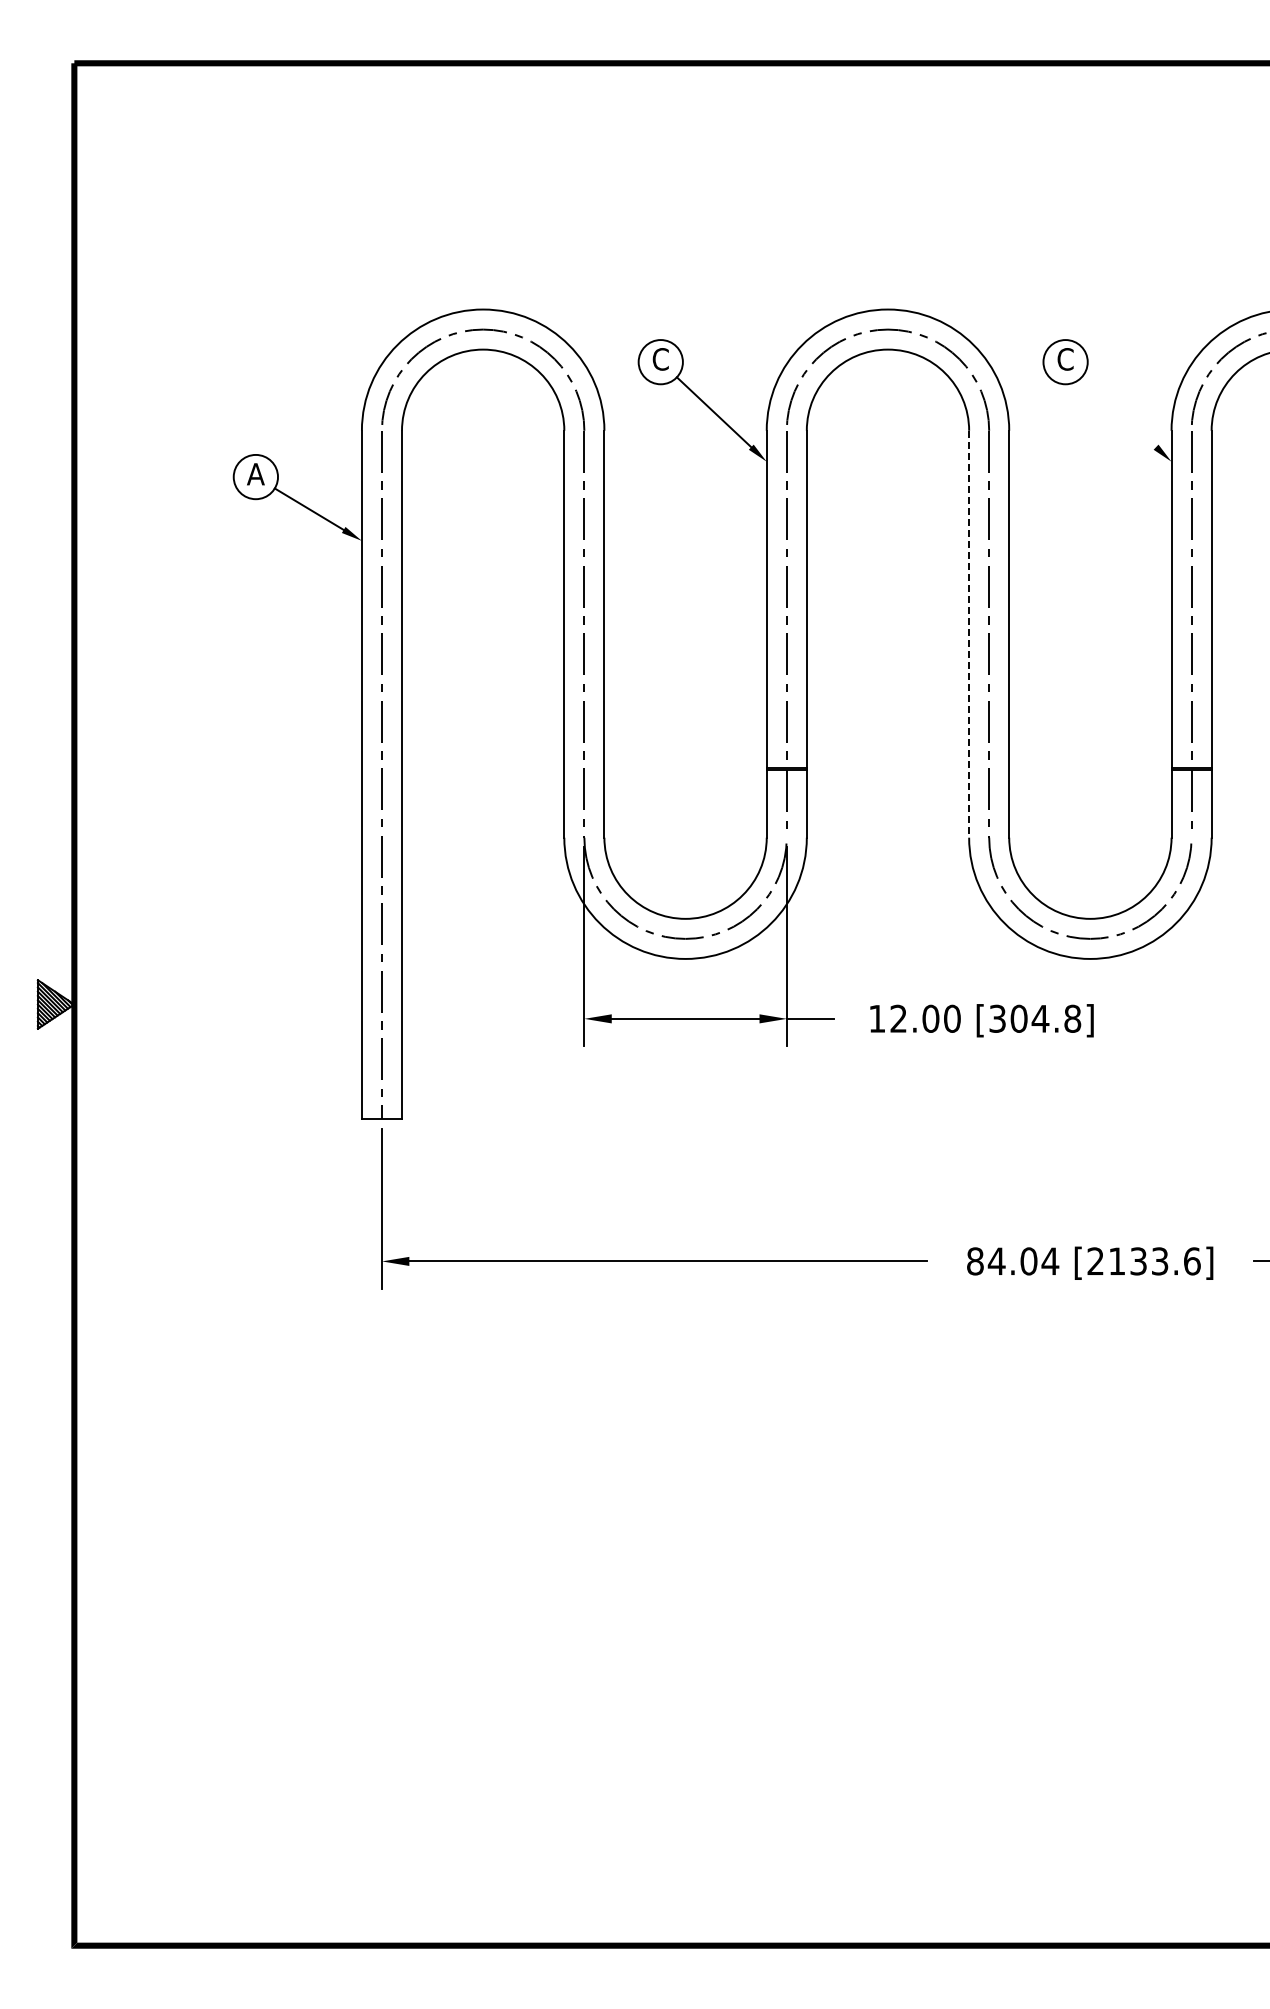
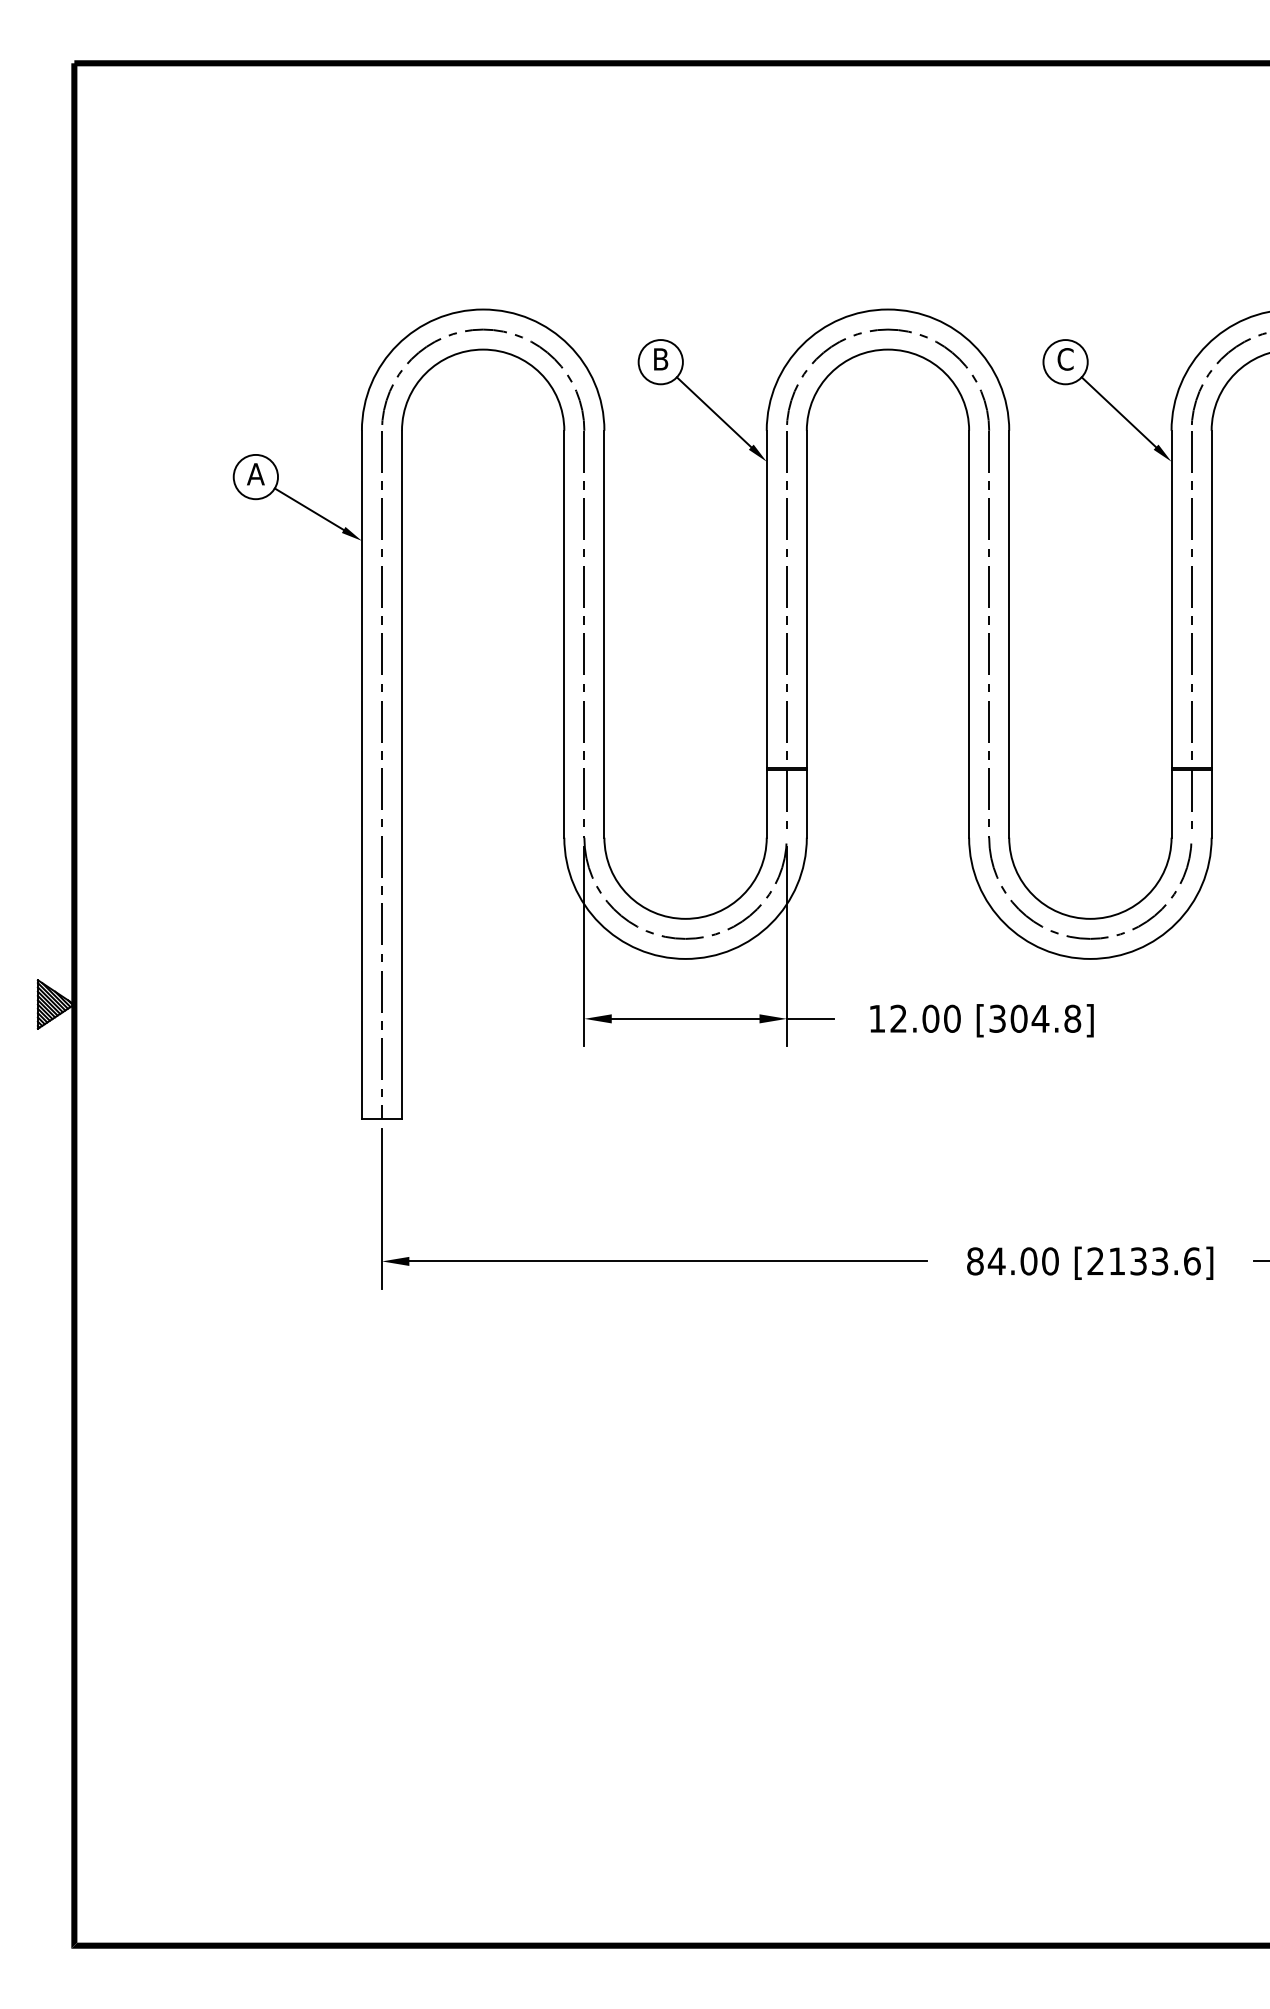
text at (660, 359): C -> B
line at (1118, 412): none -> present
line at (969, 634): dashed -> solid
text at (1050, 1261): 84.04 -> 84.00
